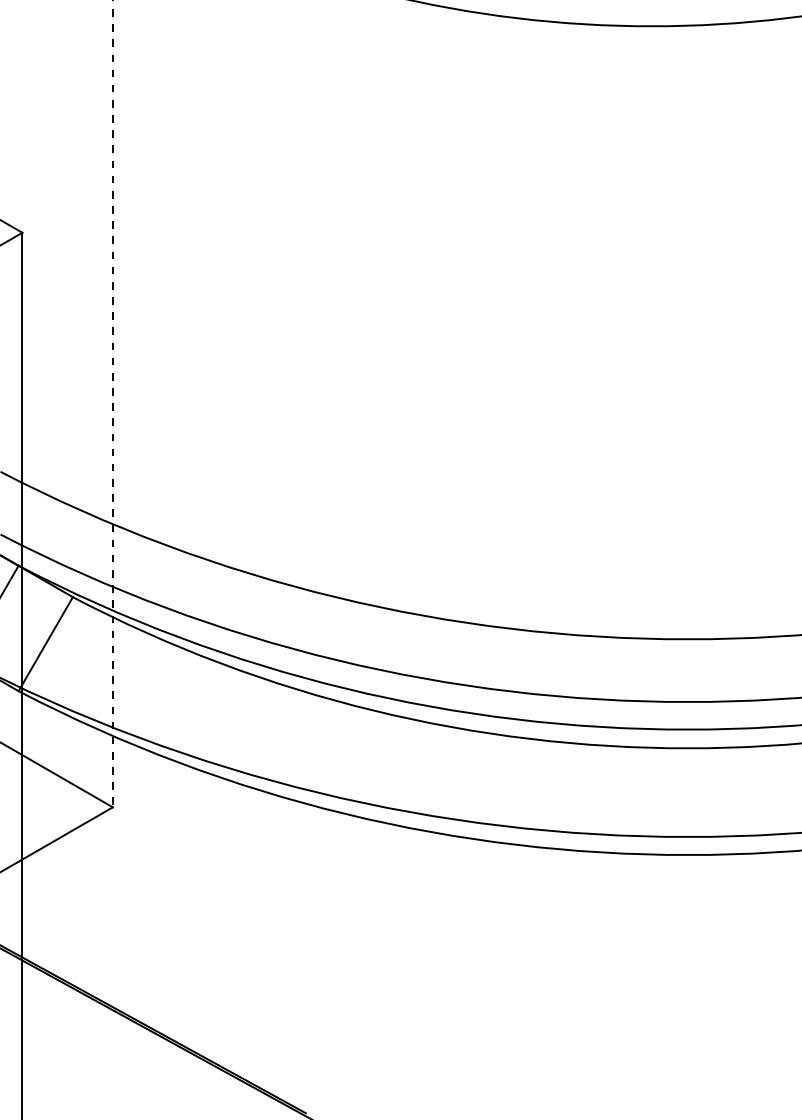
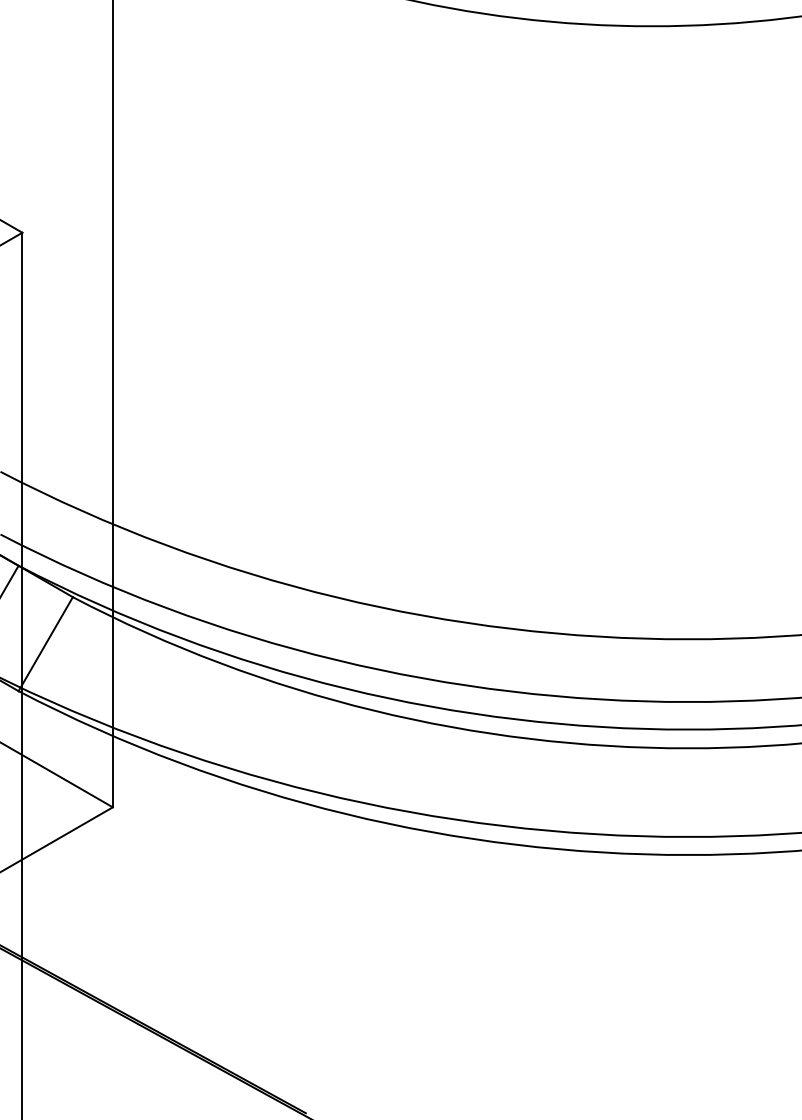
line at (112, 404): dashed -> solid
